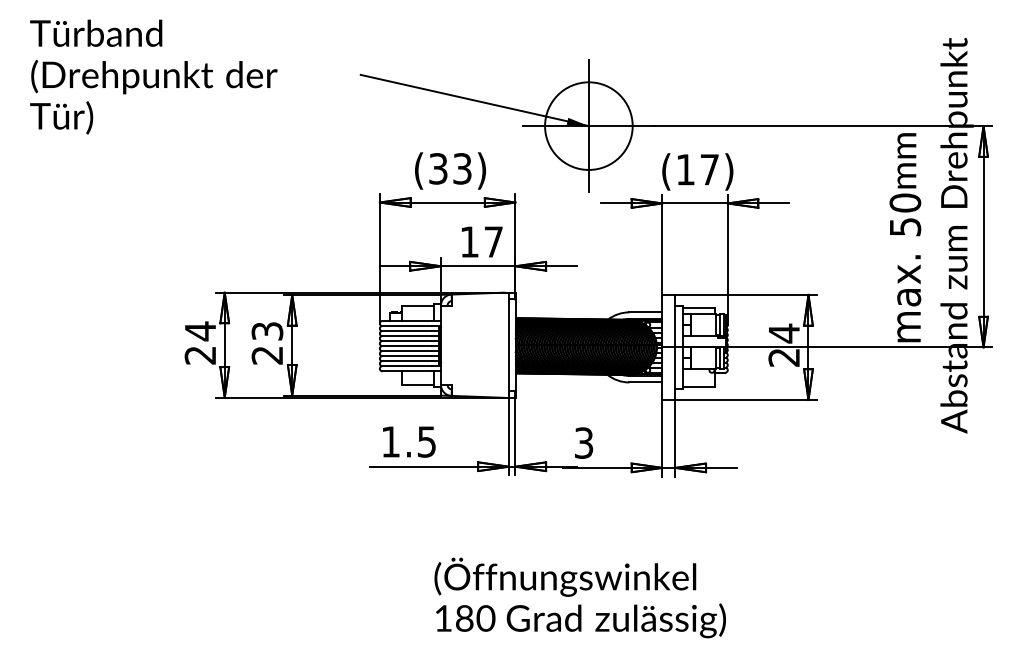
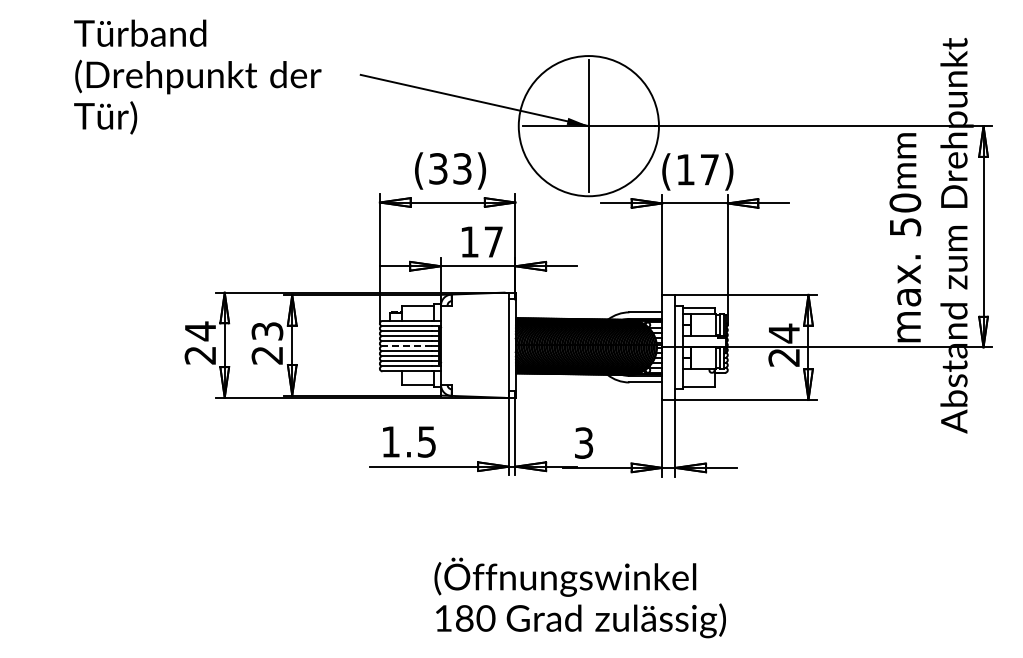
text at (153, 76) position: (153, 76) -> (197, 76)
circle at (588, 125) diameter: 88 px -> 140 px
line at (406, 346): solid -> dashed
